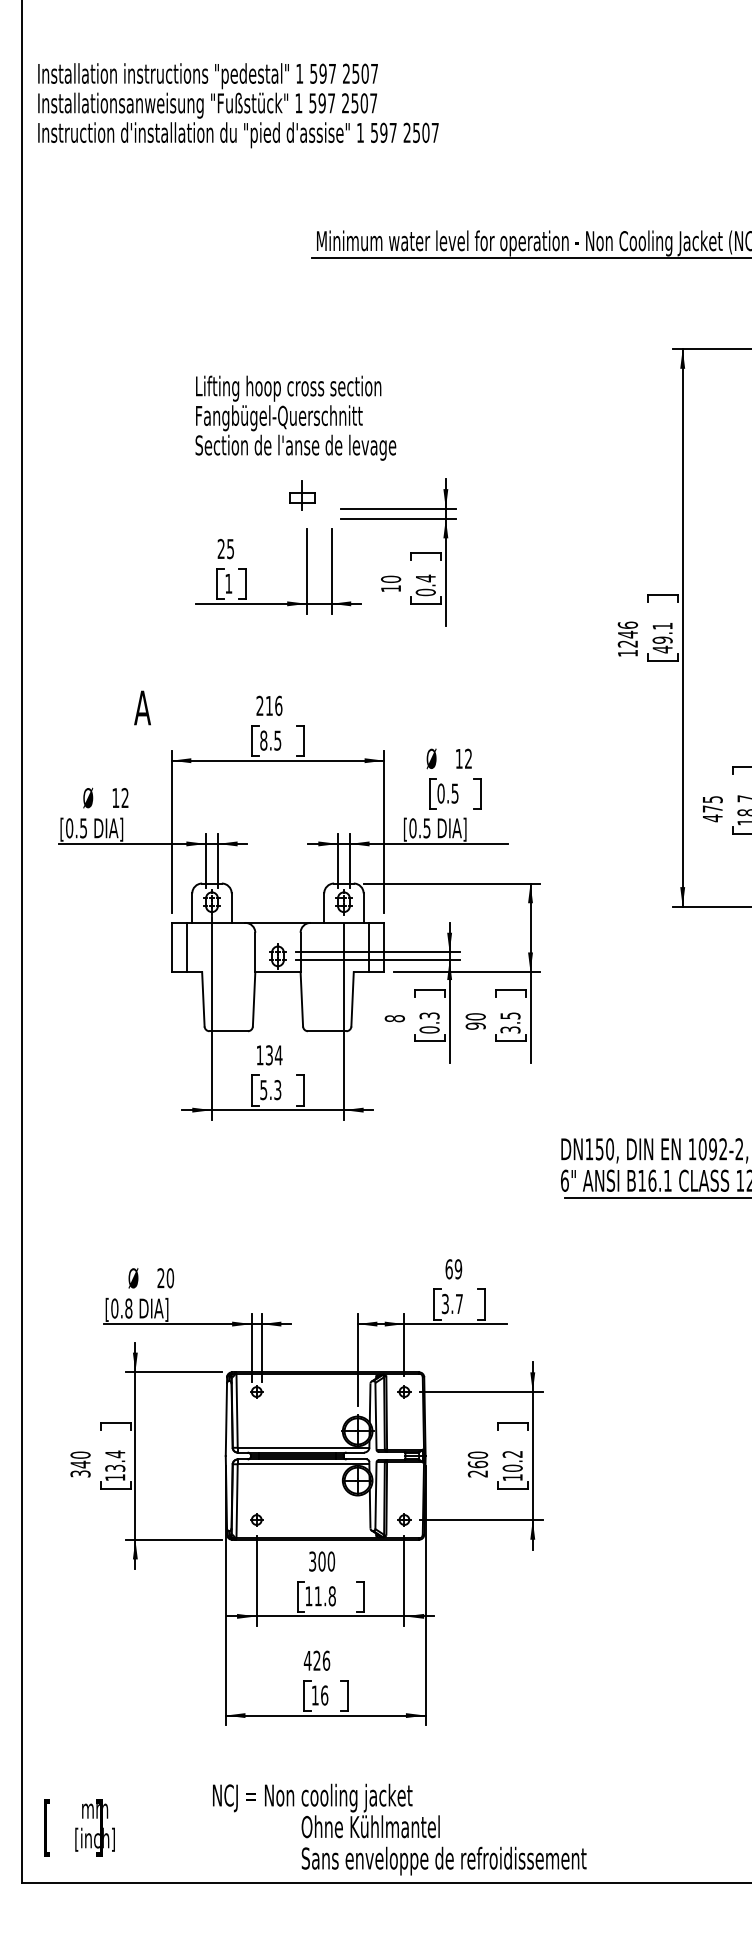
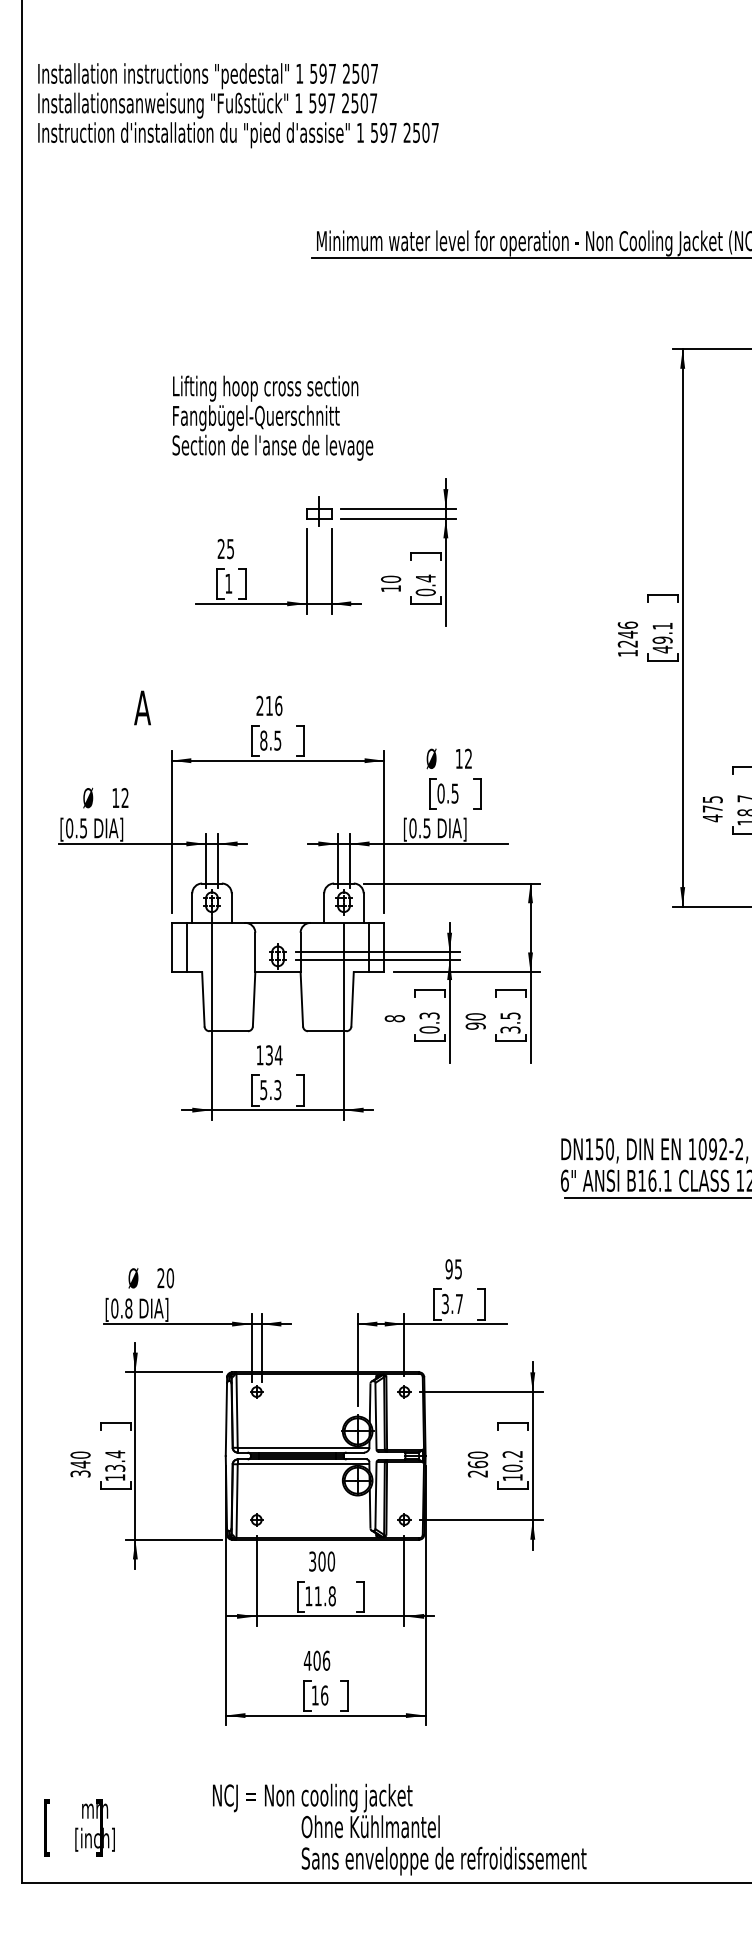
text at (295, 417) position: (295, 417) -> (272, 417)
part at (302, 495) position: (302, 495) -> (319, 511)
text at (453, 1269): 69 -> 95
text at (316, 1660): 426 -> 406
